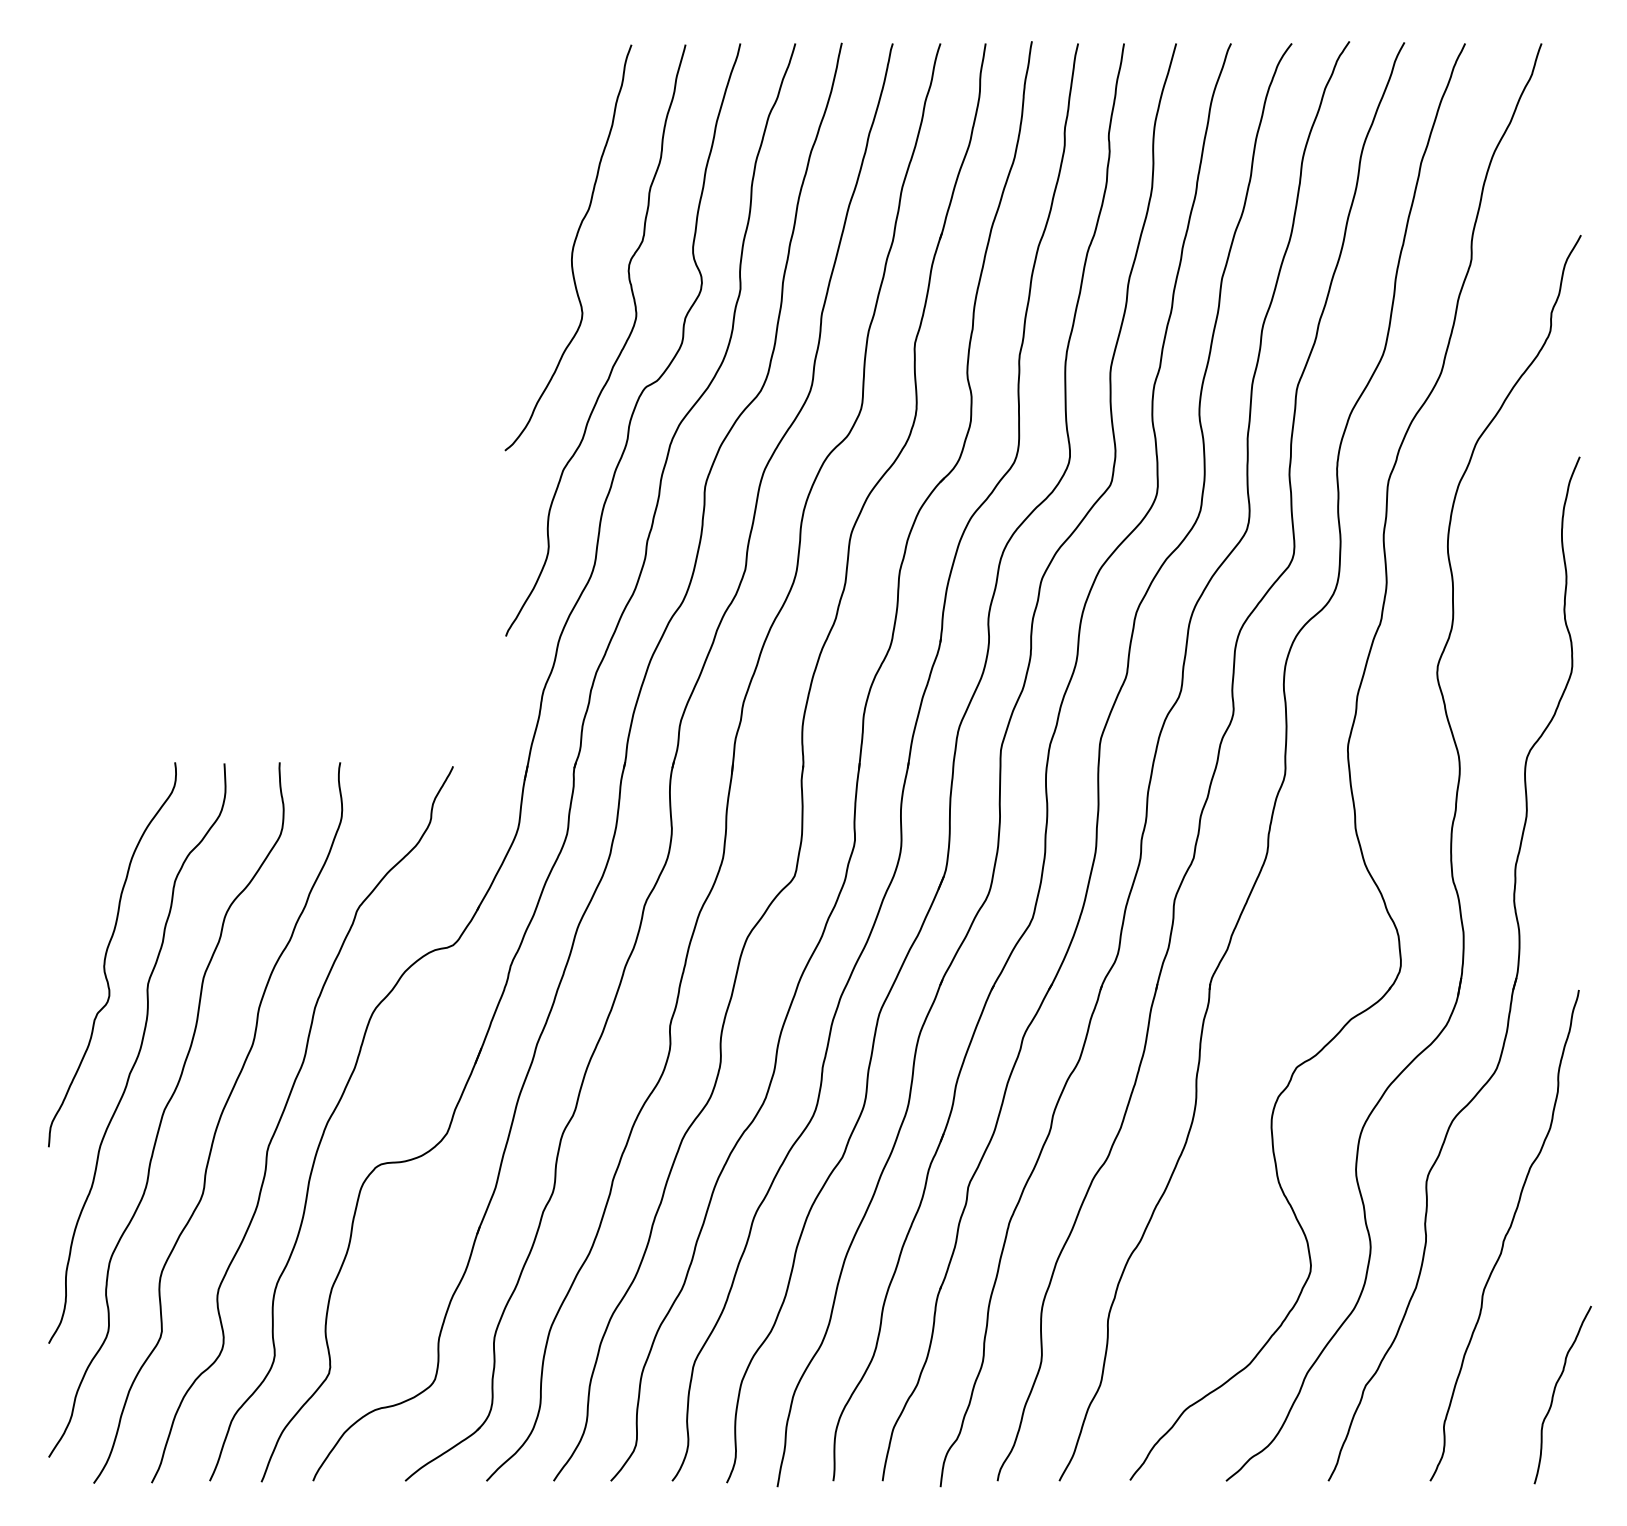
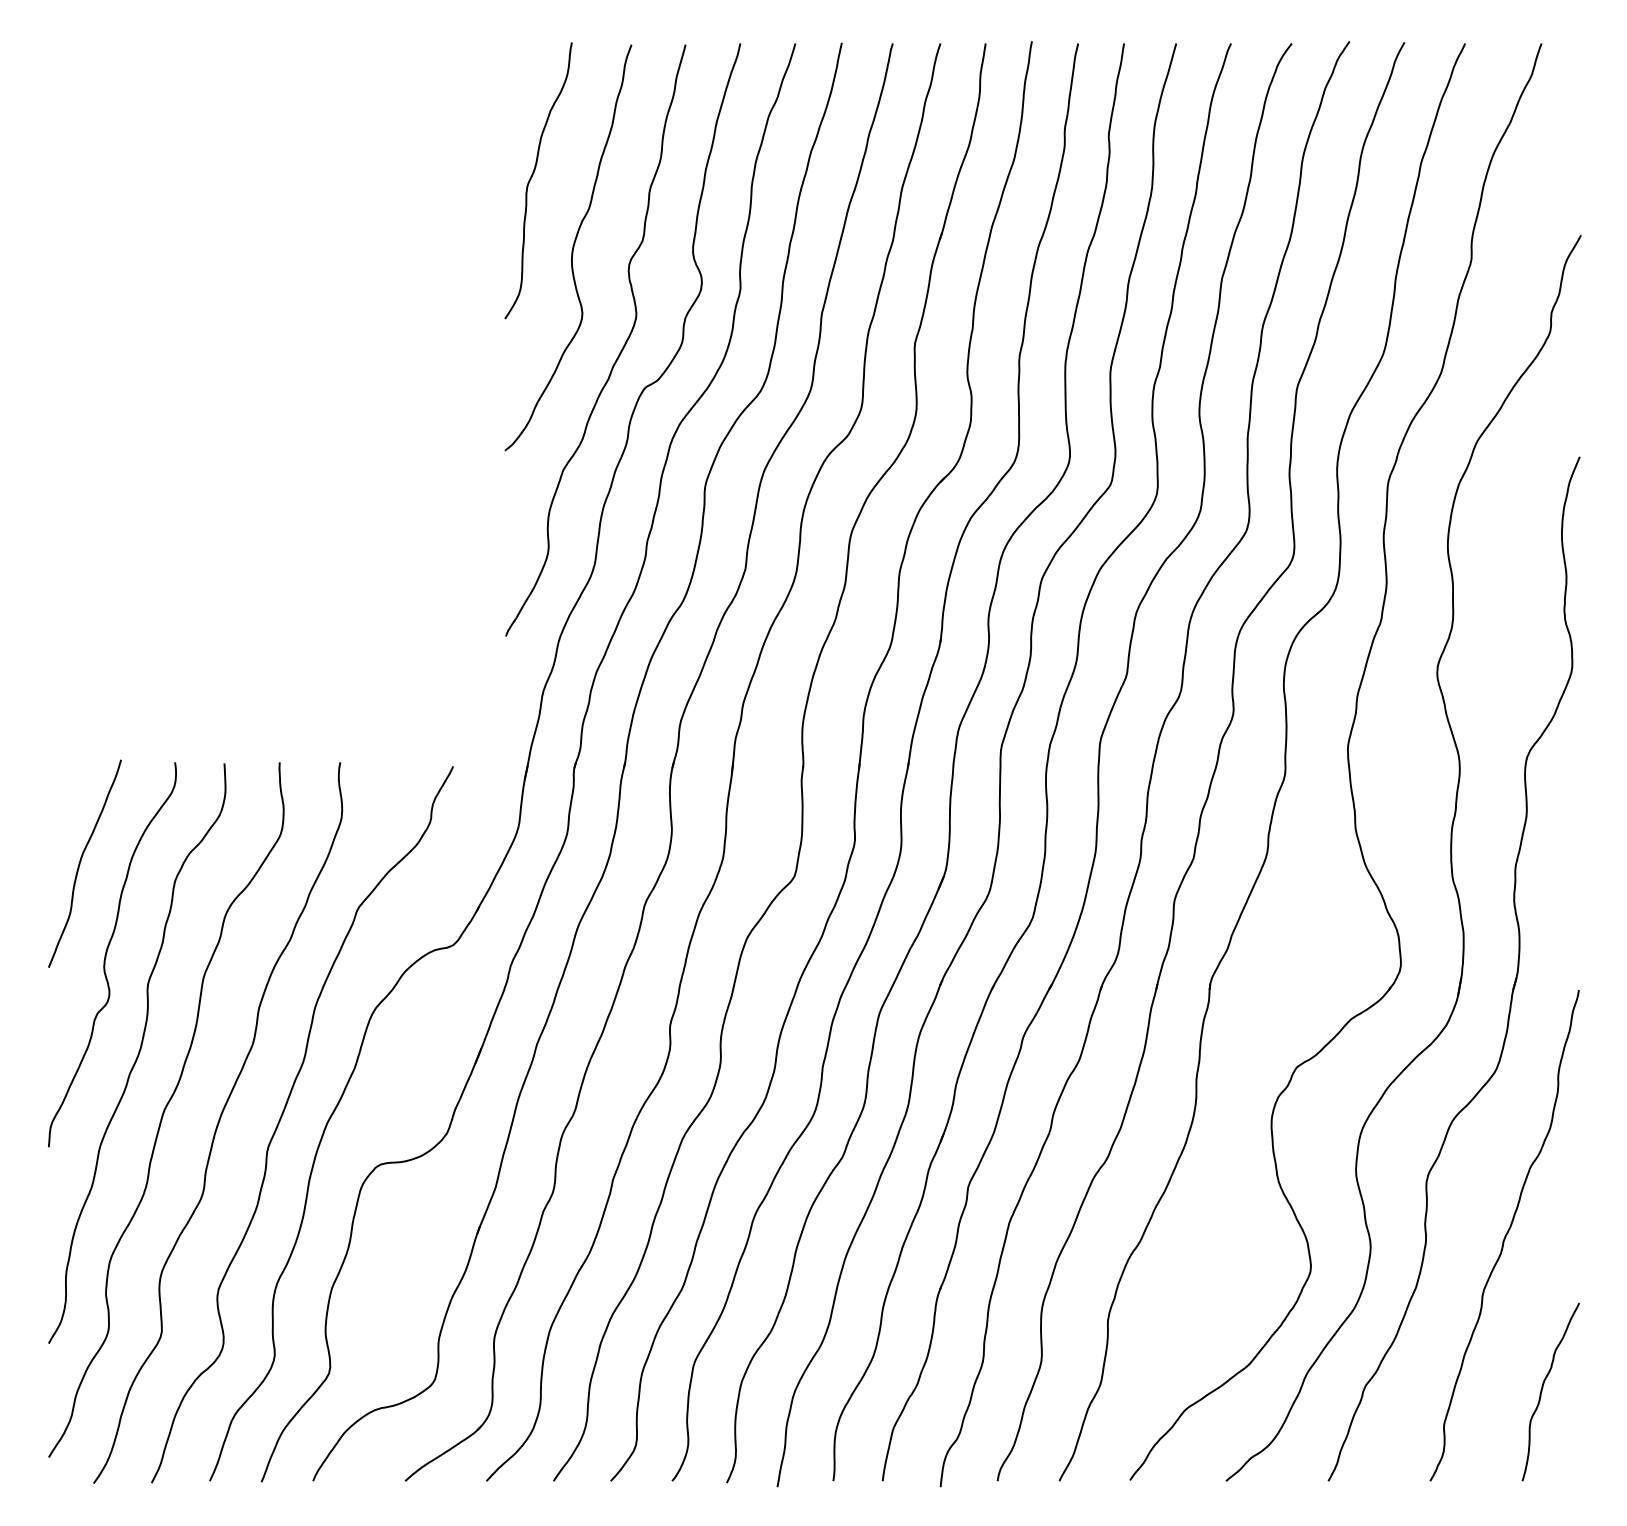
curve at (532, 177): none -> present
curve at (81, 861): none -> present
curve at (1554, 1394) position: (1554, 1394) -> (1542, 1391)
